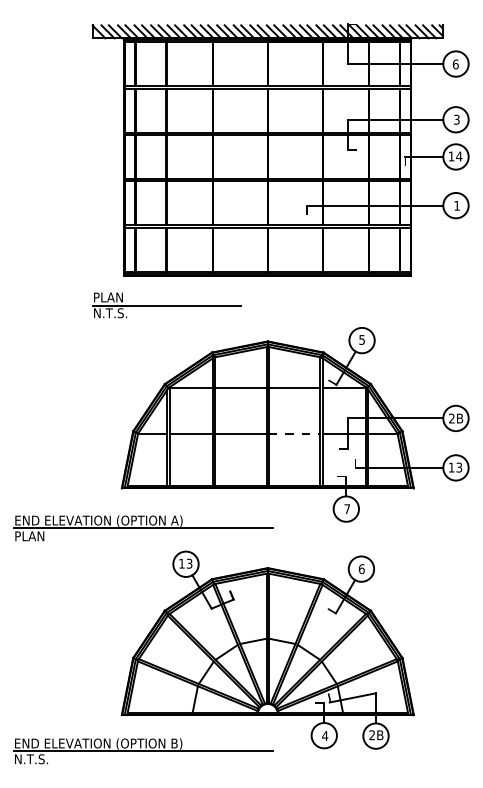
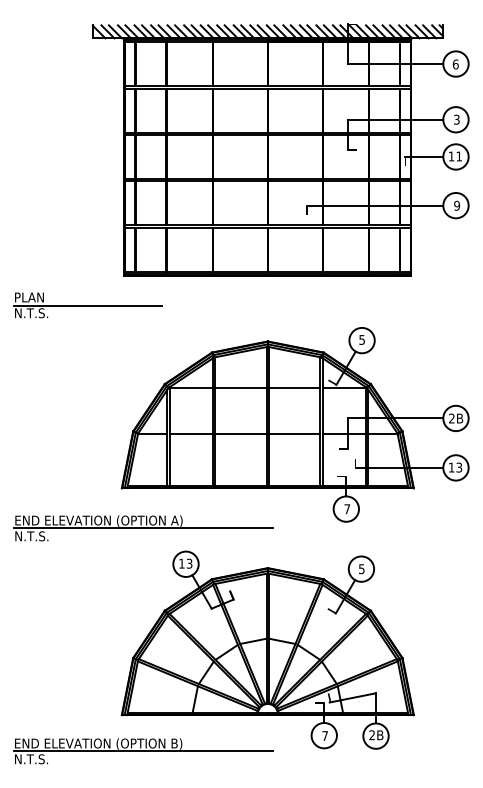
text at (459, 156): 14 -> 11
text at (457, 205): 1 -> 9
part at (166, 305) position: (166, 305) -> (87, 305)
line at (294, 433): dashed -> solid
text at (32, 536): PLAN -> N.T.S.
text at (361, 569): 6 -> 5
text at (325, 735): 4 -> 7
